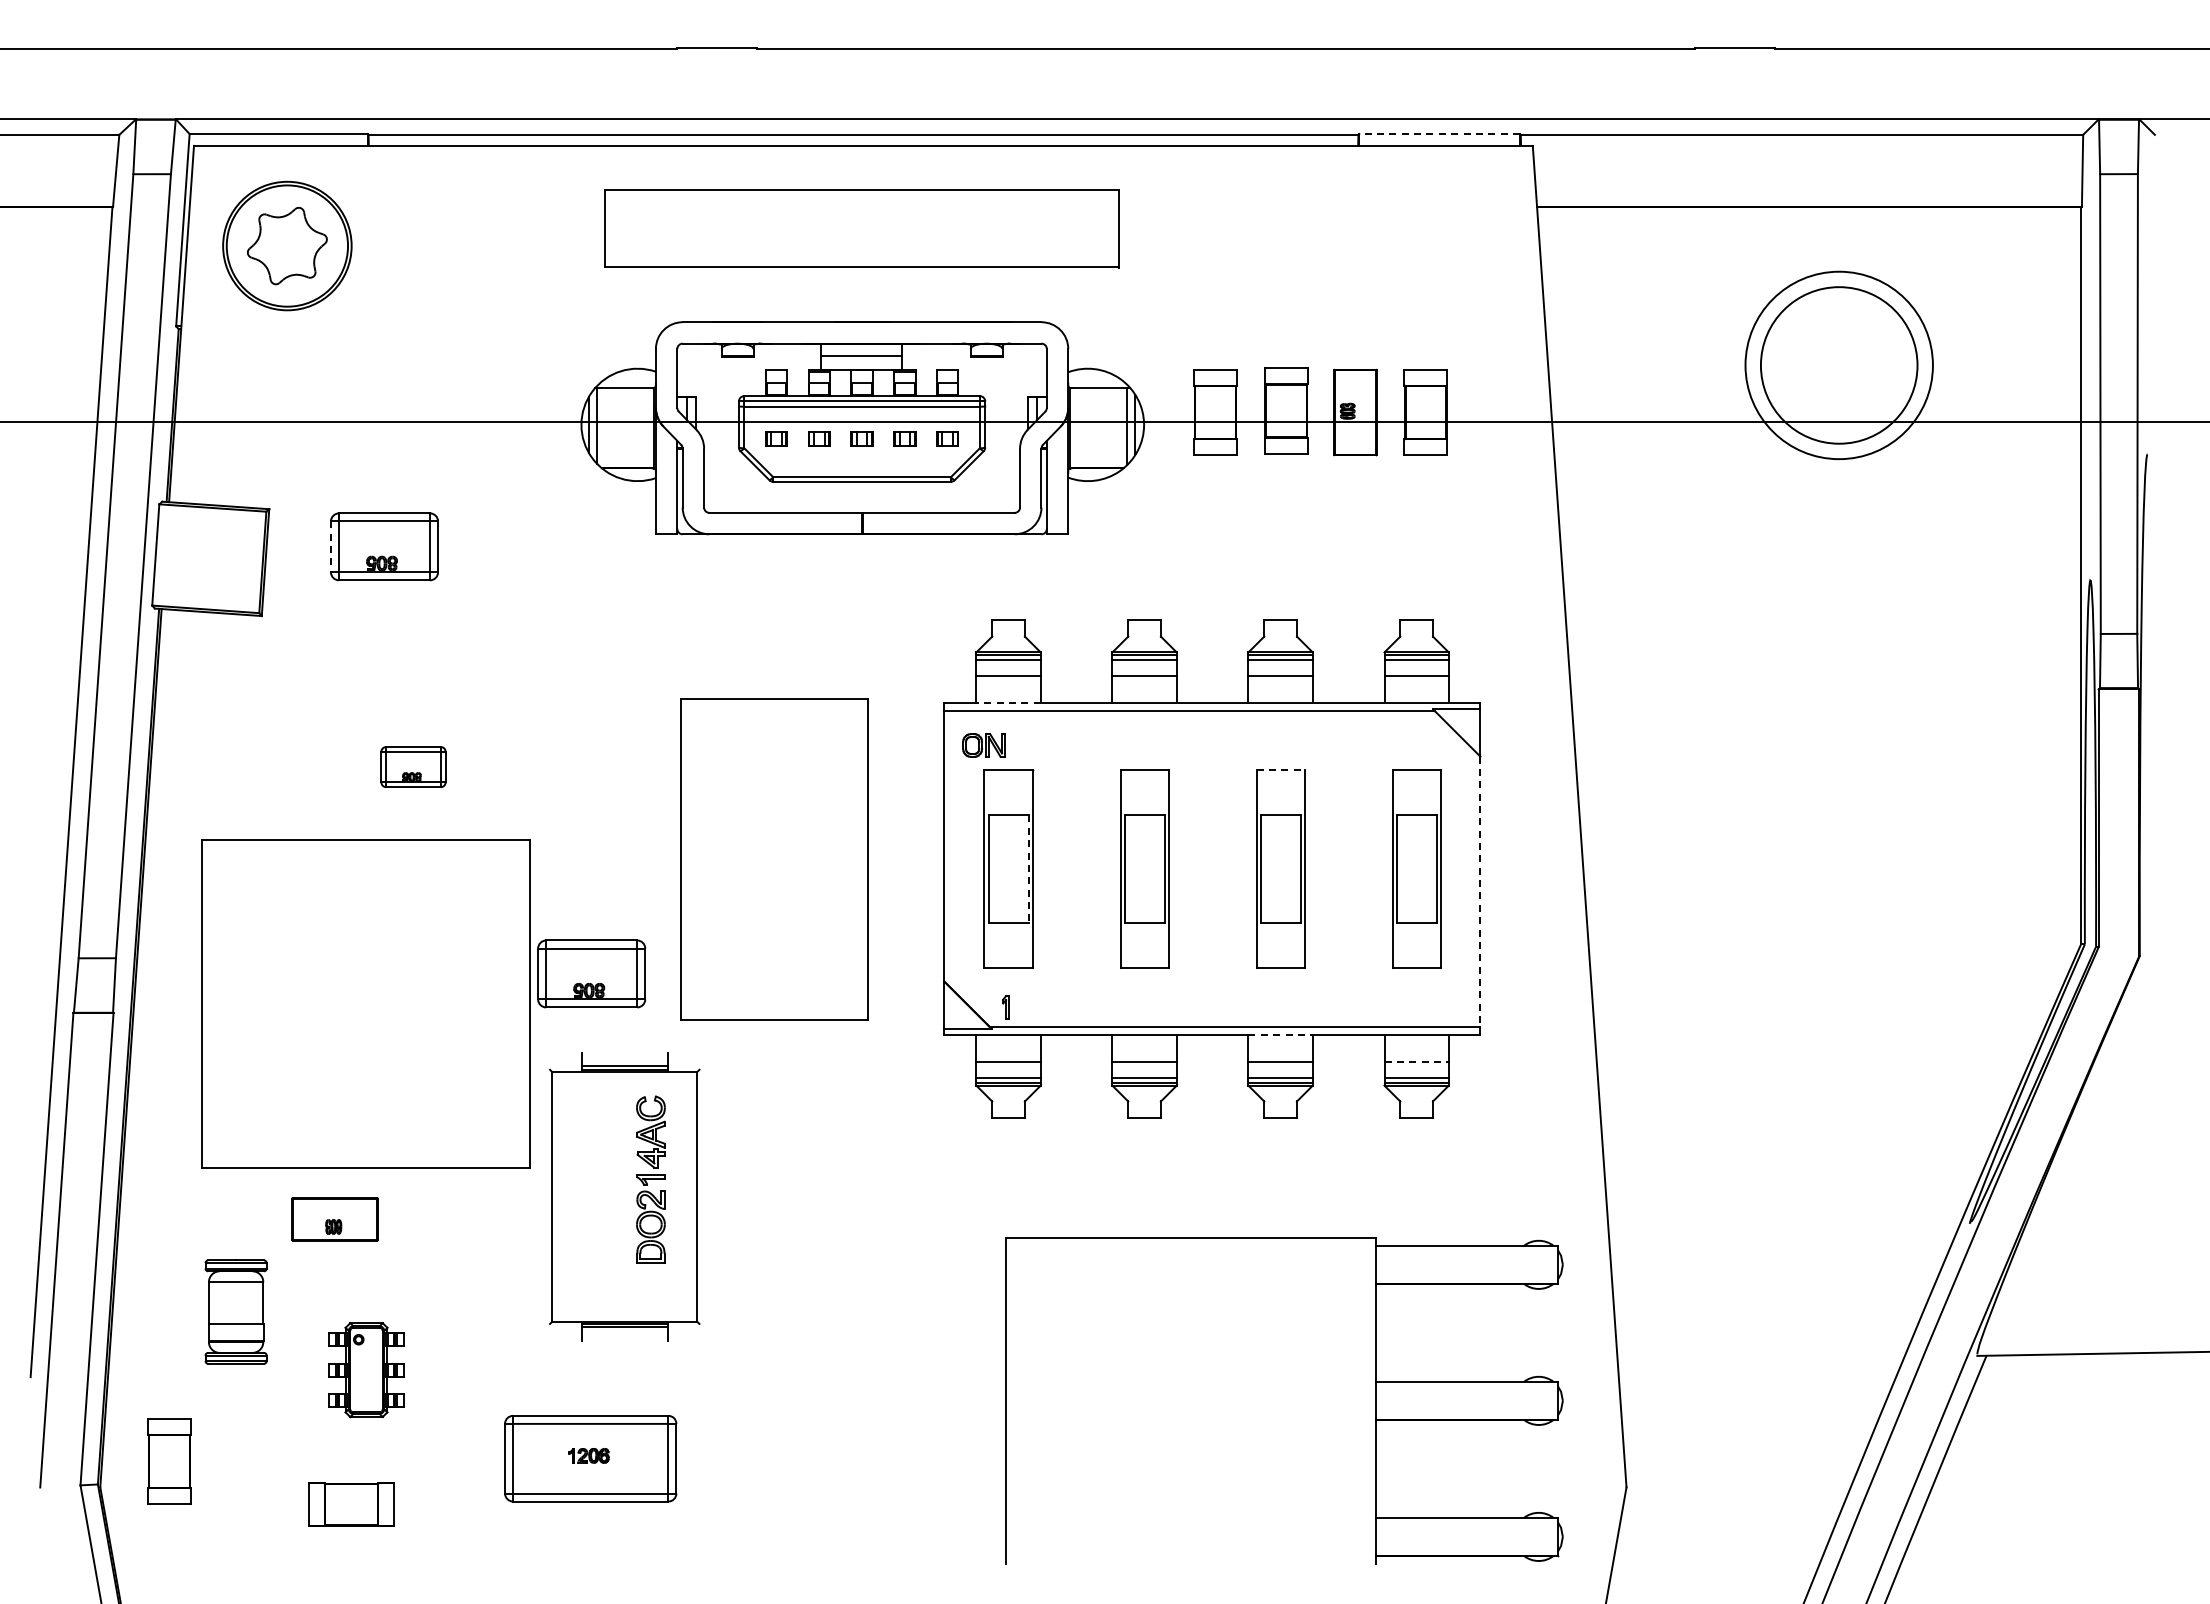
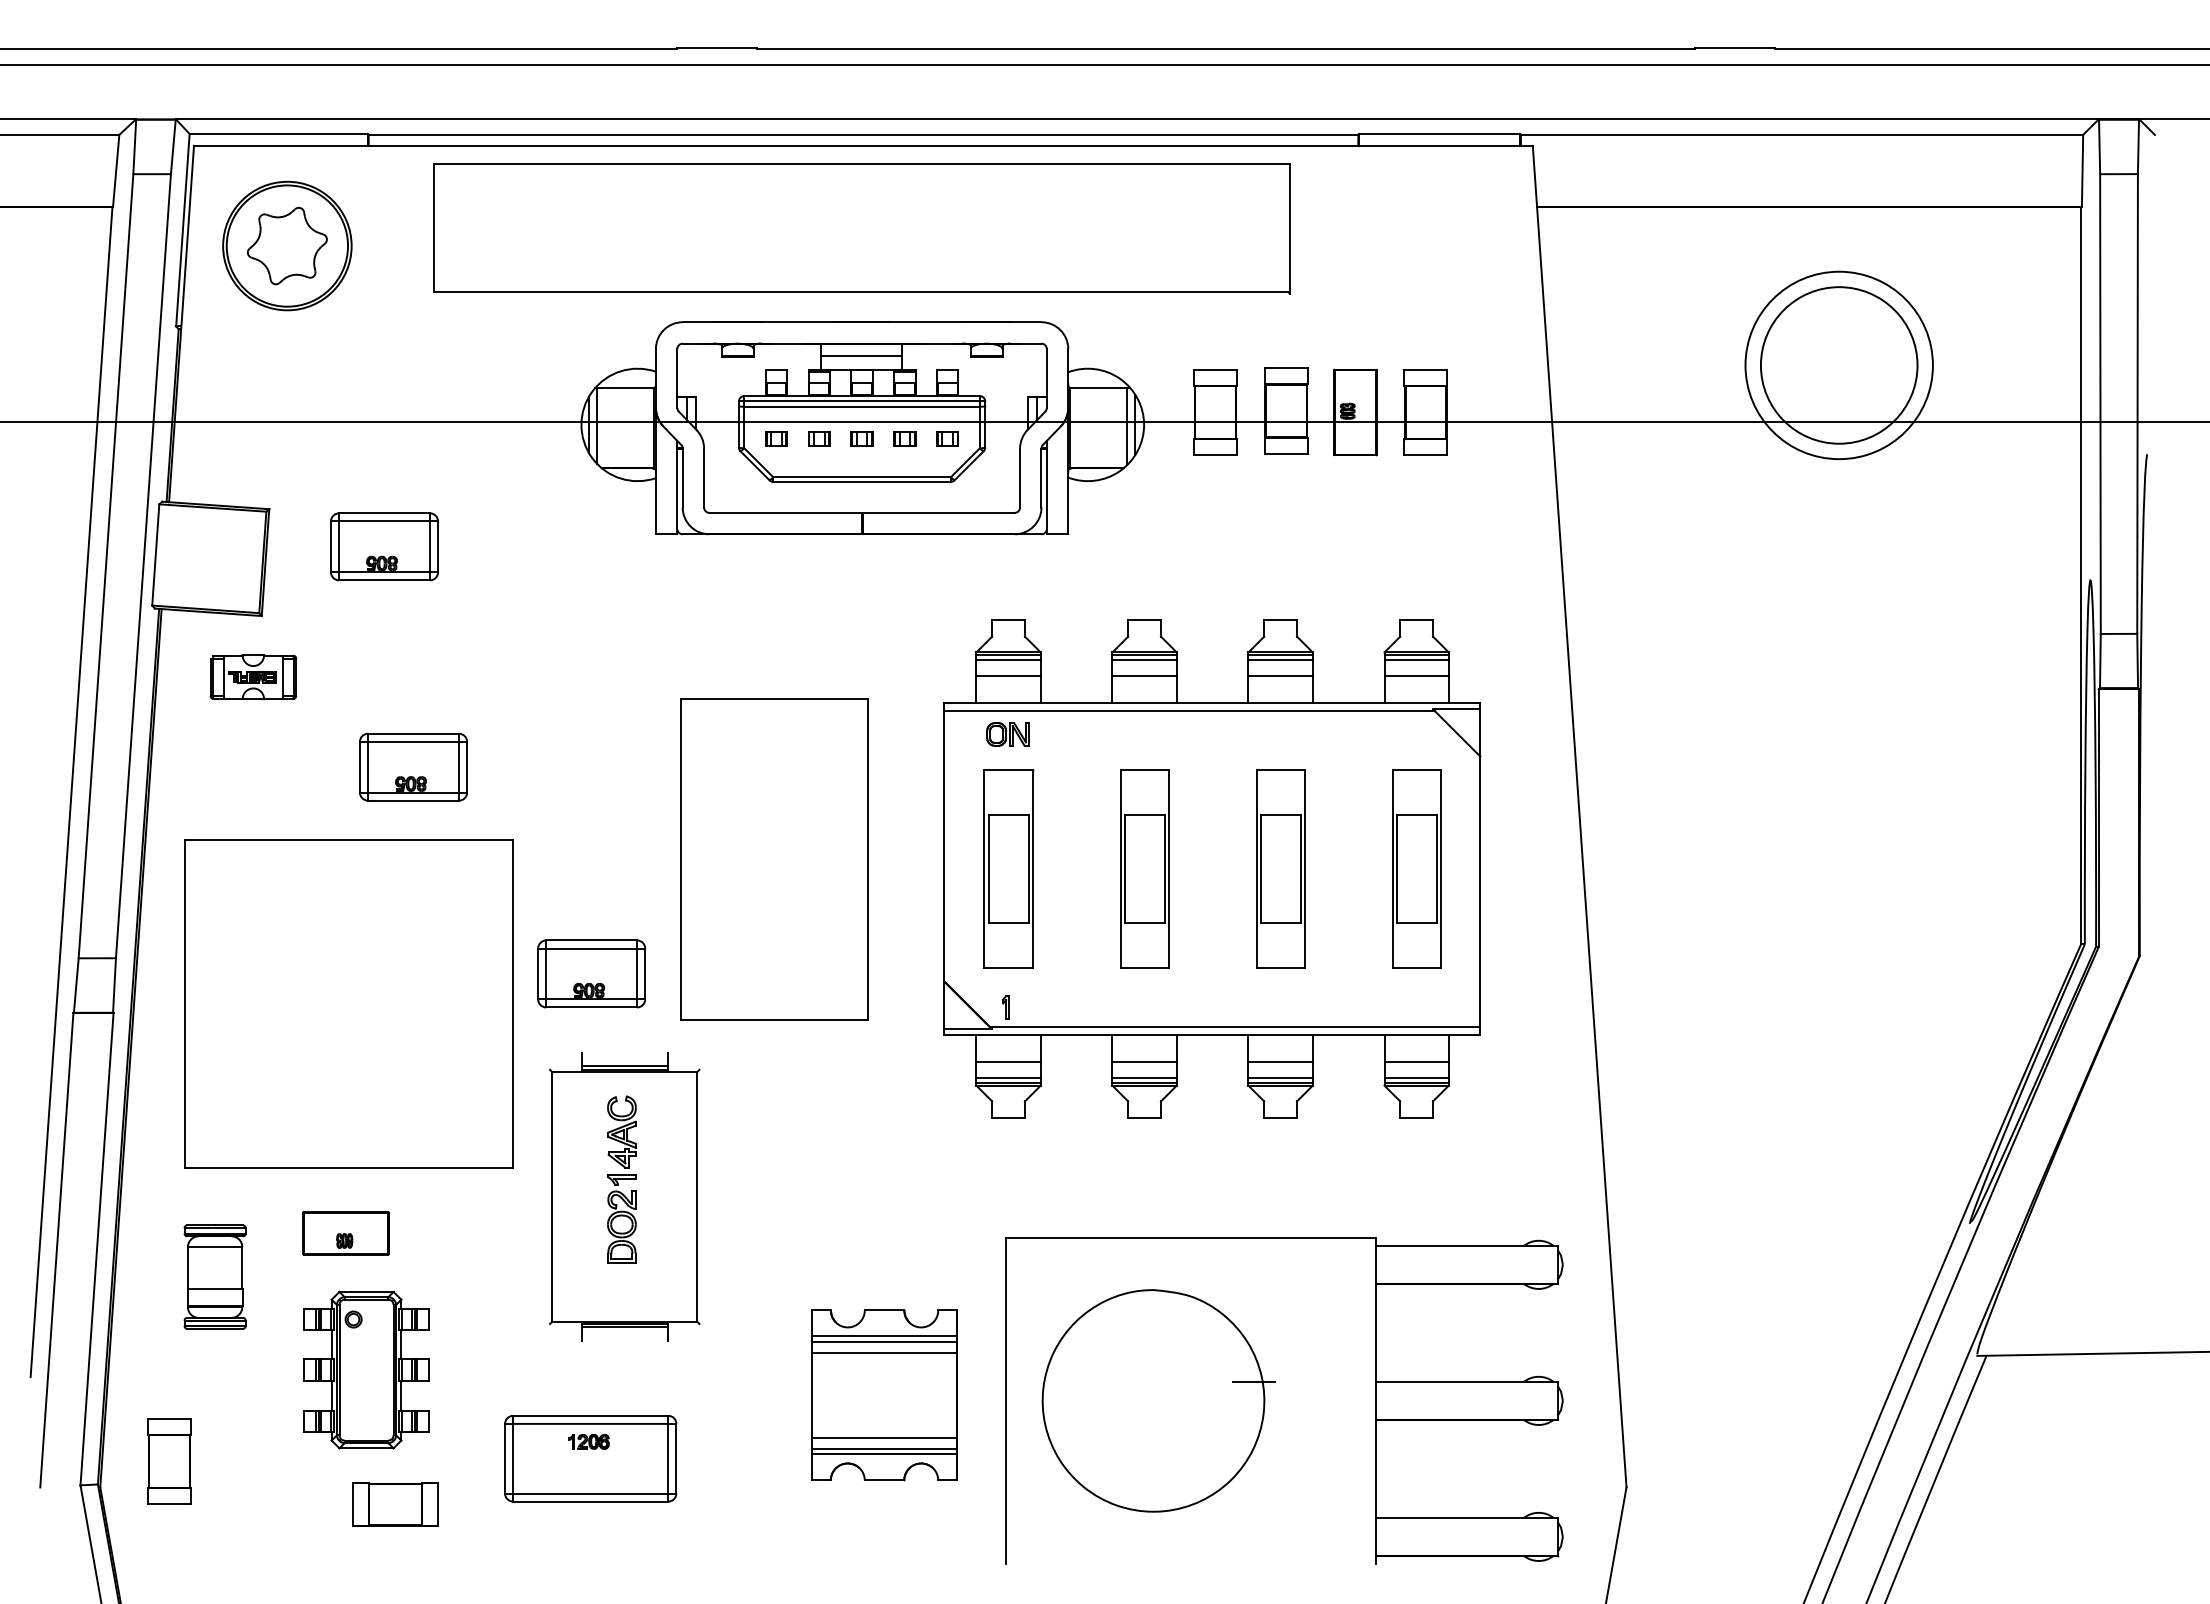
line at (1104, 65): none -> present
line at (1439, 134): dashed -> solid
part at (861, 228) size: 516x80 px -> 858x132 px
line at (330, 547): dashed -> solid
part at (253, 676): none -> present
line at (1008, 703): dashed -> solid
part at (983, 745) position: (983, 745) -> (1007, 734)
part at (413, 767) size: 67x43 px -> 109x70 px
line at (1281, 769): dashed -> solid
line at (1028, 869): dashed -> solid
line at (1480, 892): dashed -> solid
part at (365, 1003) position: (365, 1003) -> (348, 1003)
line at (1281, 1035): dashed -> solid
line at (1417, 1061): dashed -> solid
part at (650, 1179) position: (650, 1179) -> (621, 1179)
part at (334, 1219) position: (334, 1219) -> (345, 1233)
part at (235, 1311) position: (235, 1311) -> (214, 1276)
part at (366, 1370) size: 77x97 px -> 127x160 px
part at (884, 1395): none -> present
part at (1158, 1400): none -> present
part at (588, 1455) position: (588, 1455) -> (588, 1441)
part at (351, 1504) position: (351, 1504) -> (395, 1504)
